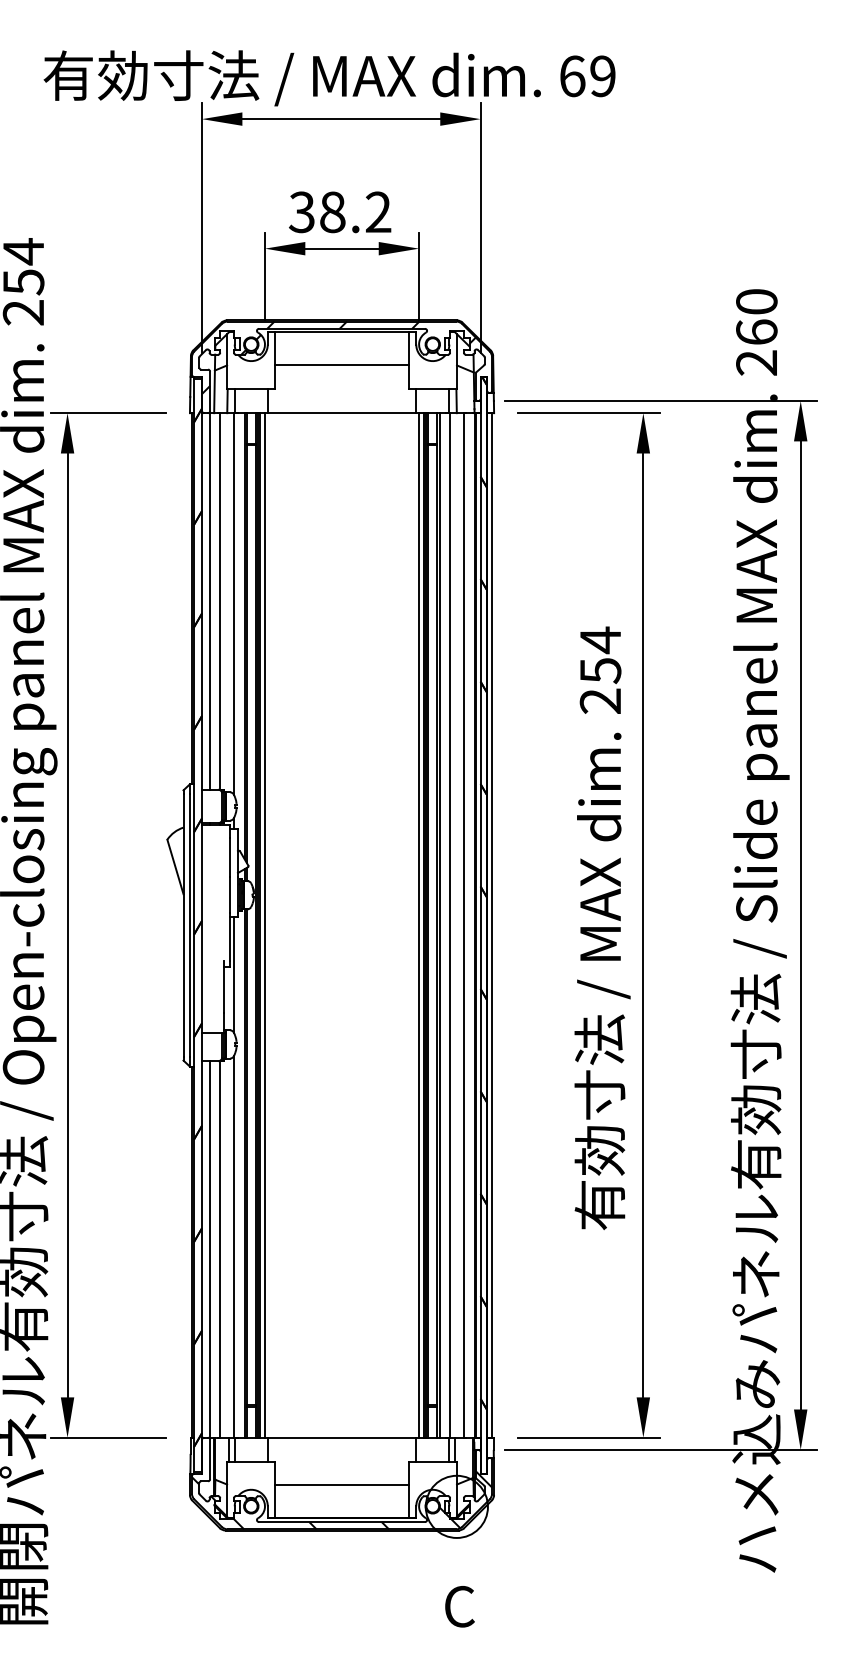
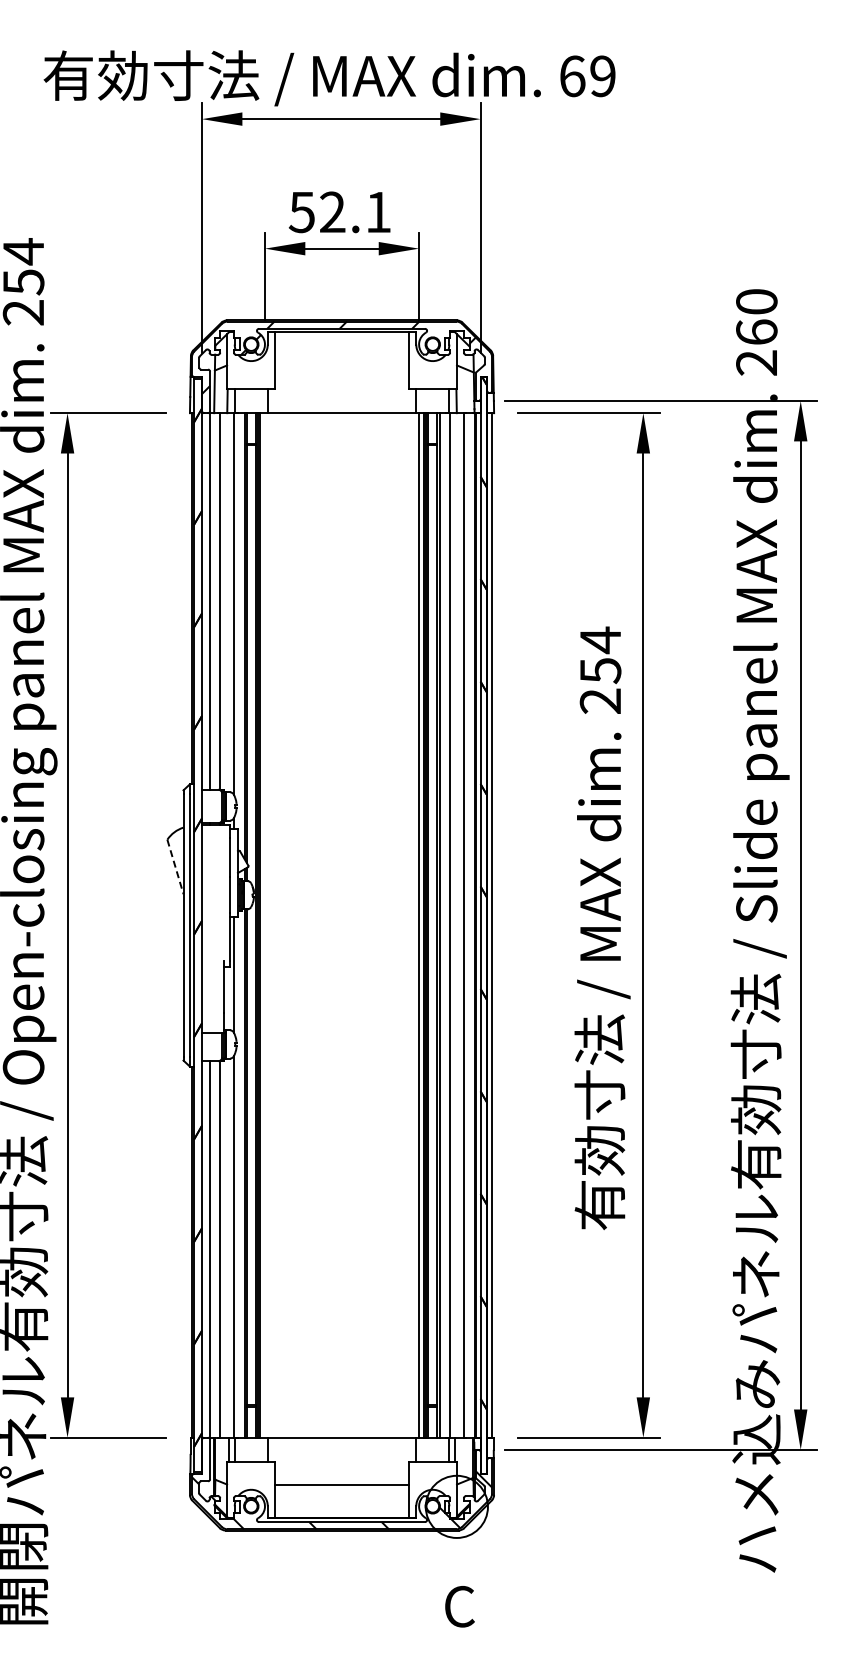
text at (340, 212): 38.2 -> 52.1
line at (341, 364): present -> none
line at (175, 867): solid -> dashed
line at (265, 925): present -> none
